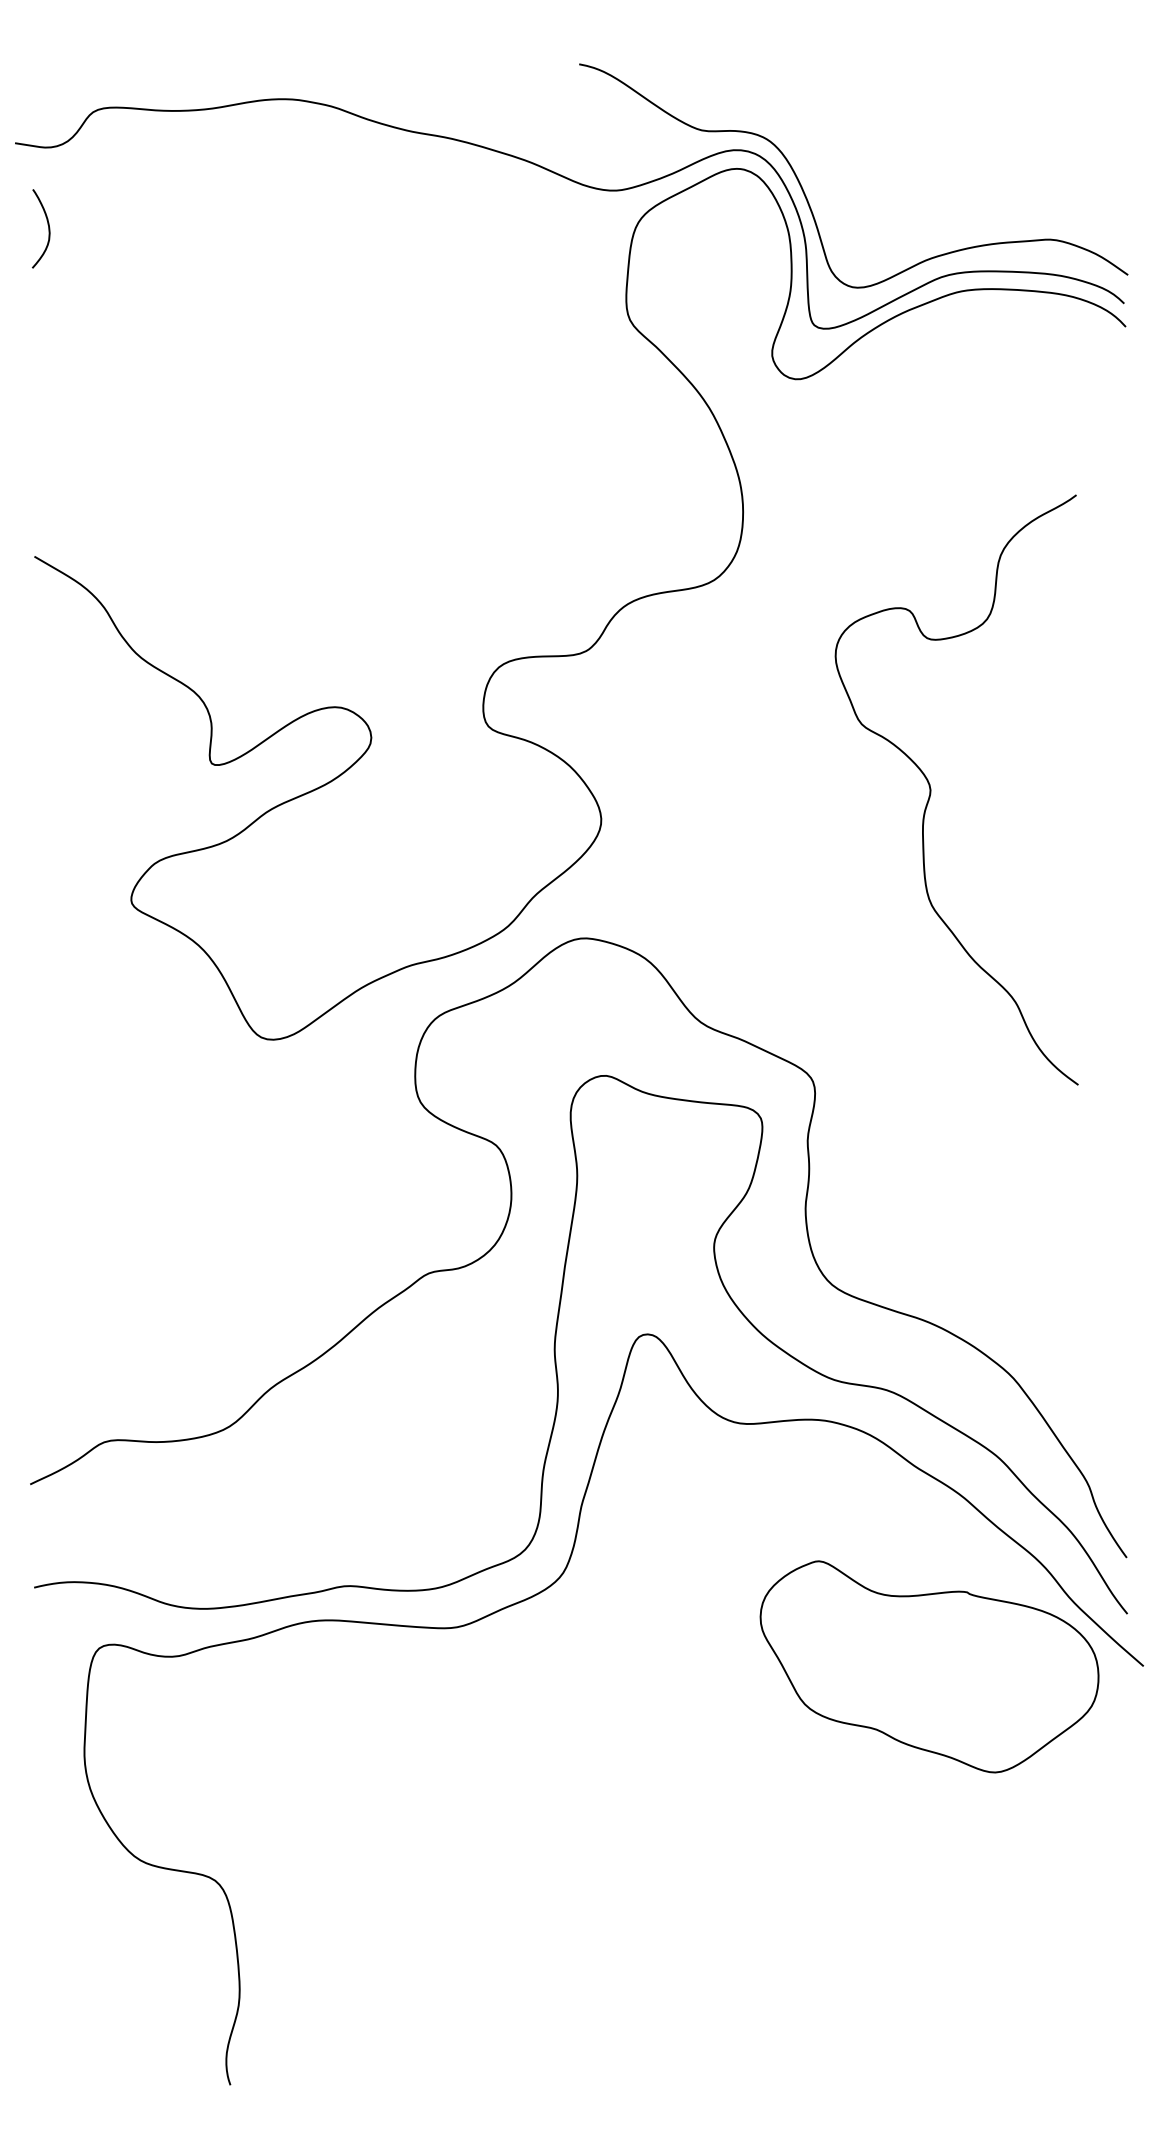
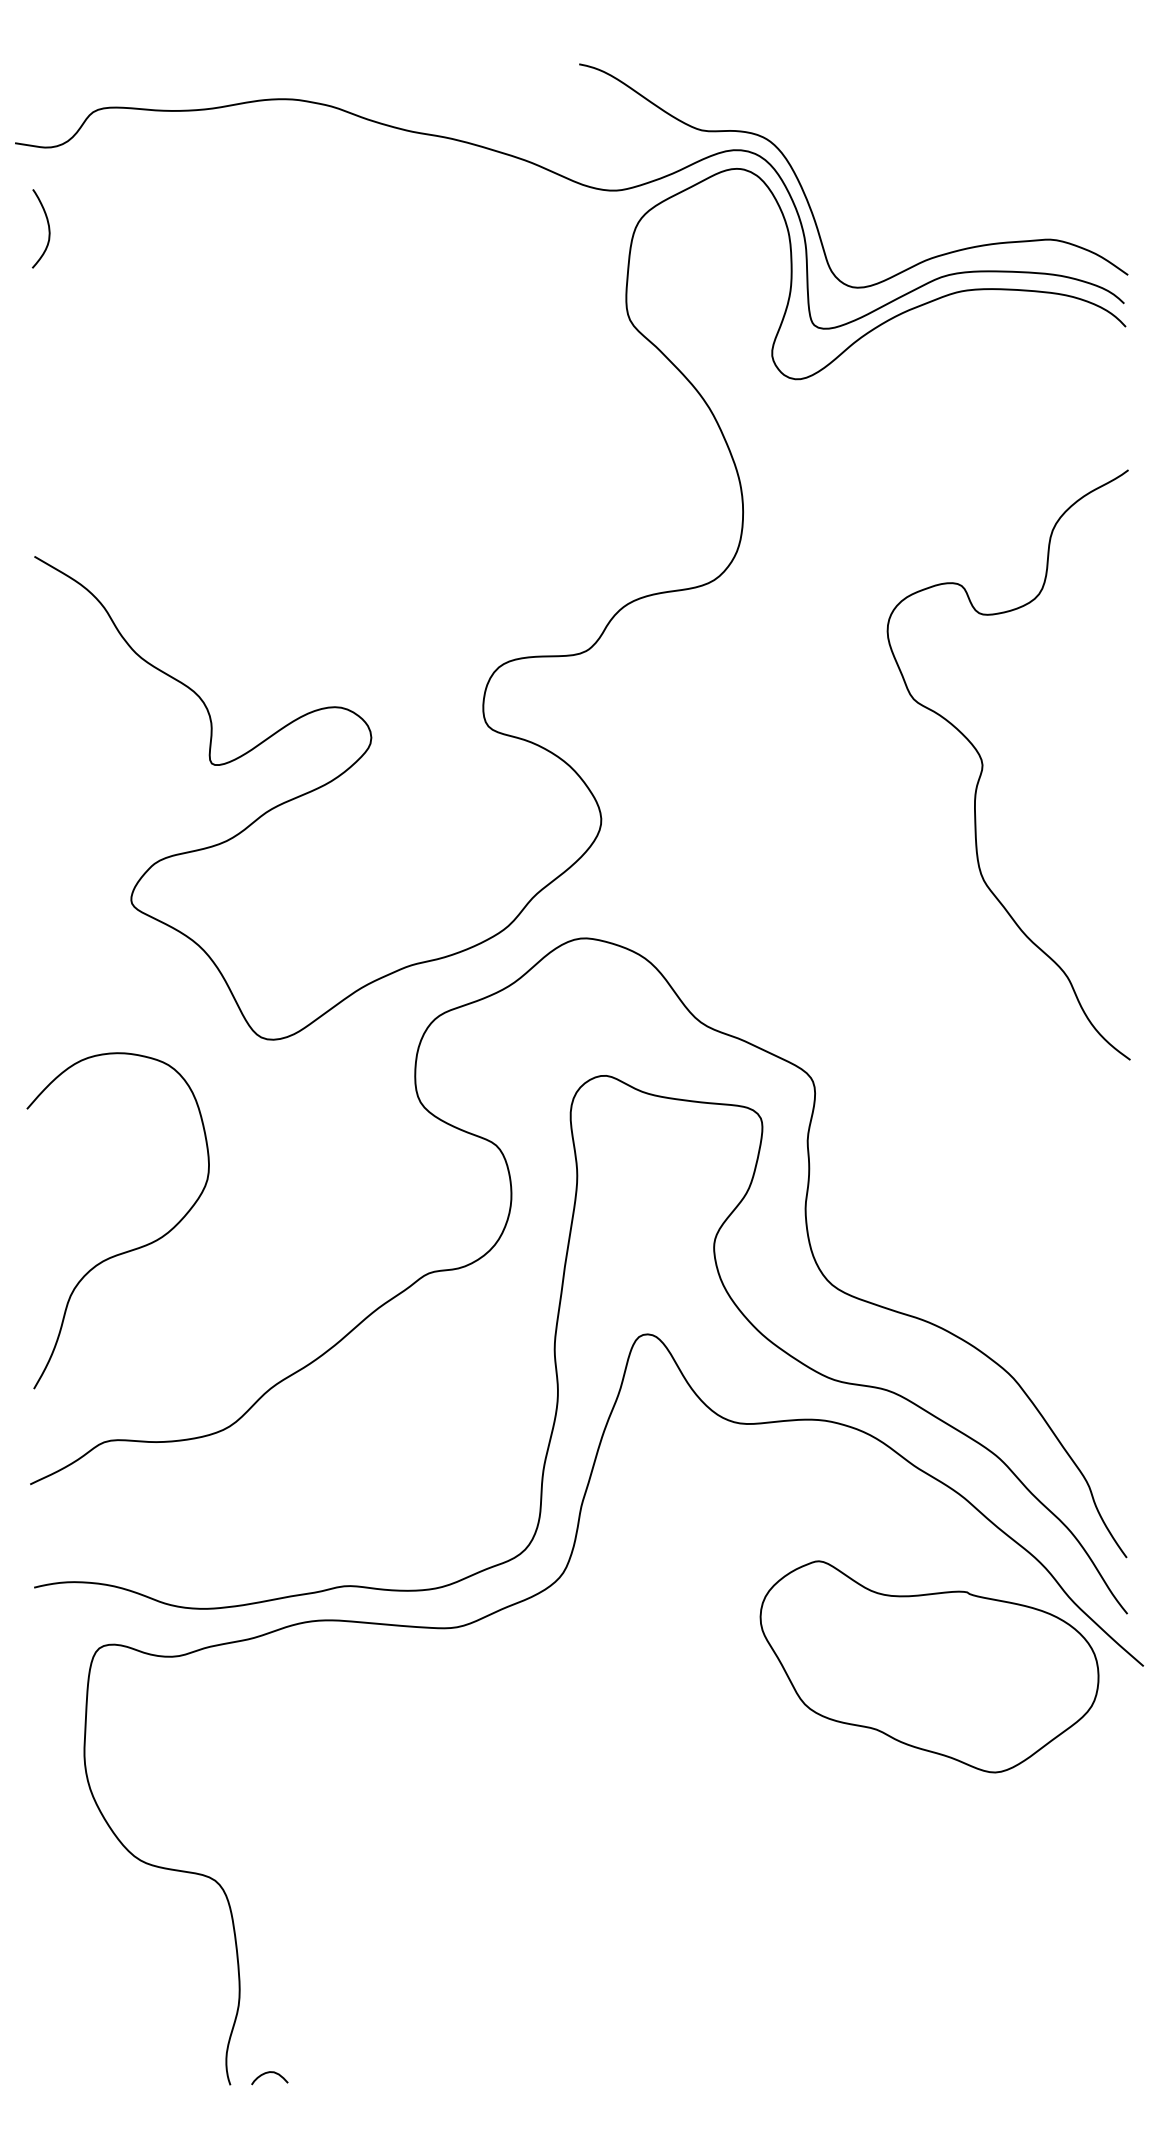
curve at (931, 789) position: (931, 789) -> (983, 764)
curve at (127, 1250): none -> present
curve at (269, 2073): none -> present
